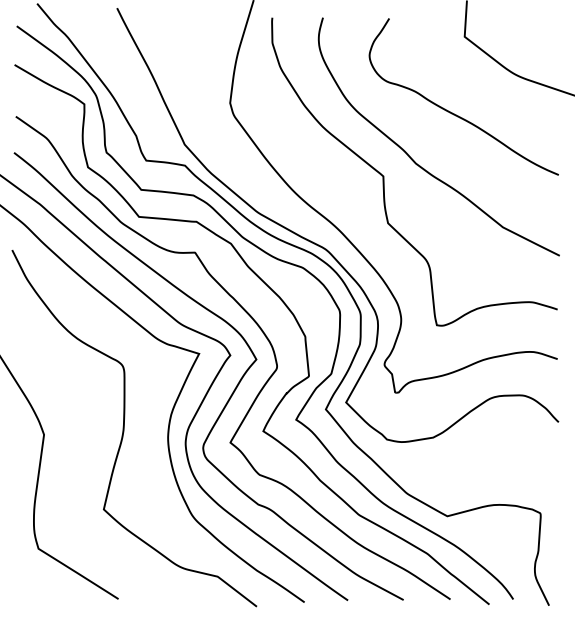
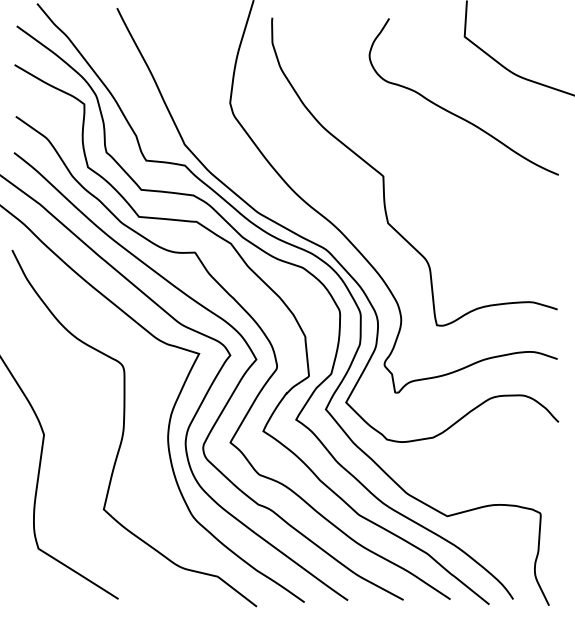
curve at (414, 160): present -> none
